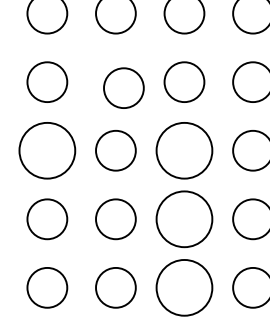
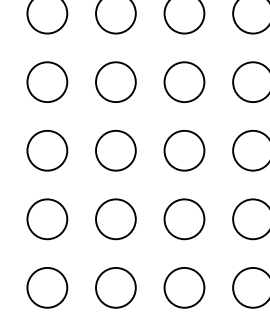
circle at (123, 87) position: (123, 87) -> (115, 81)
circle at (47, 150) diameter: 56 px -> 40 px
circle at (184, 150) diameter: 56 px -> 40 px
circle at (184, 219) diameter: 56 px -> 40 px
circle at (184, 287) diameter: 56 px -> 40 px
